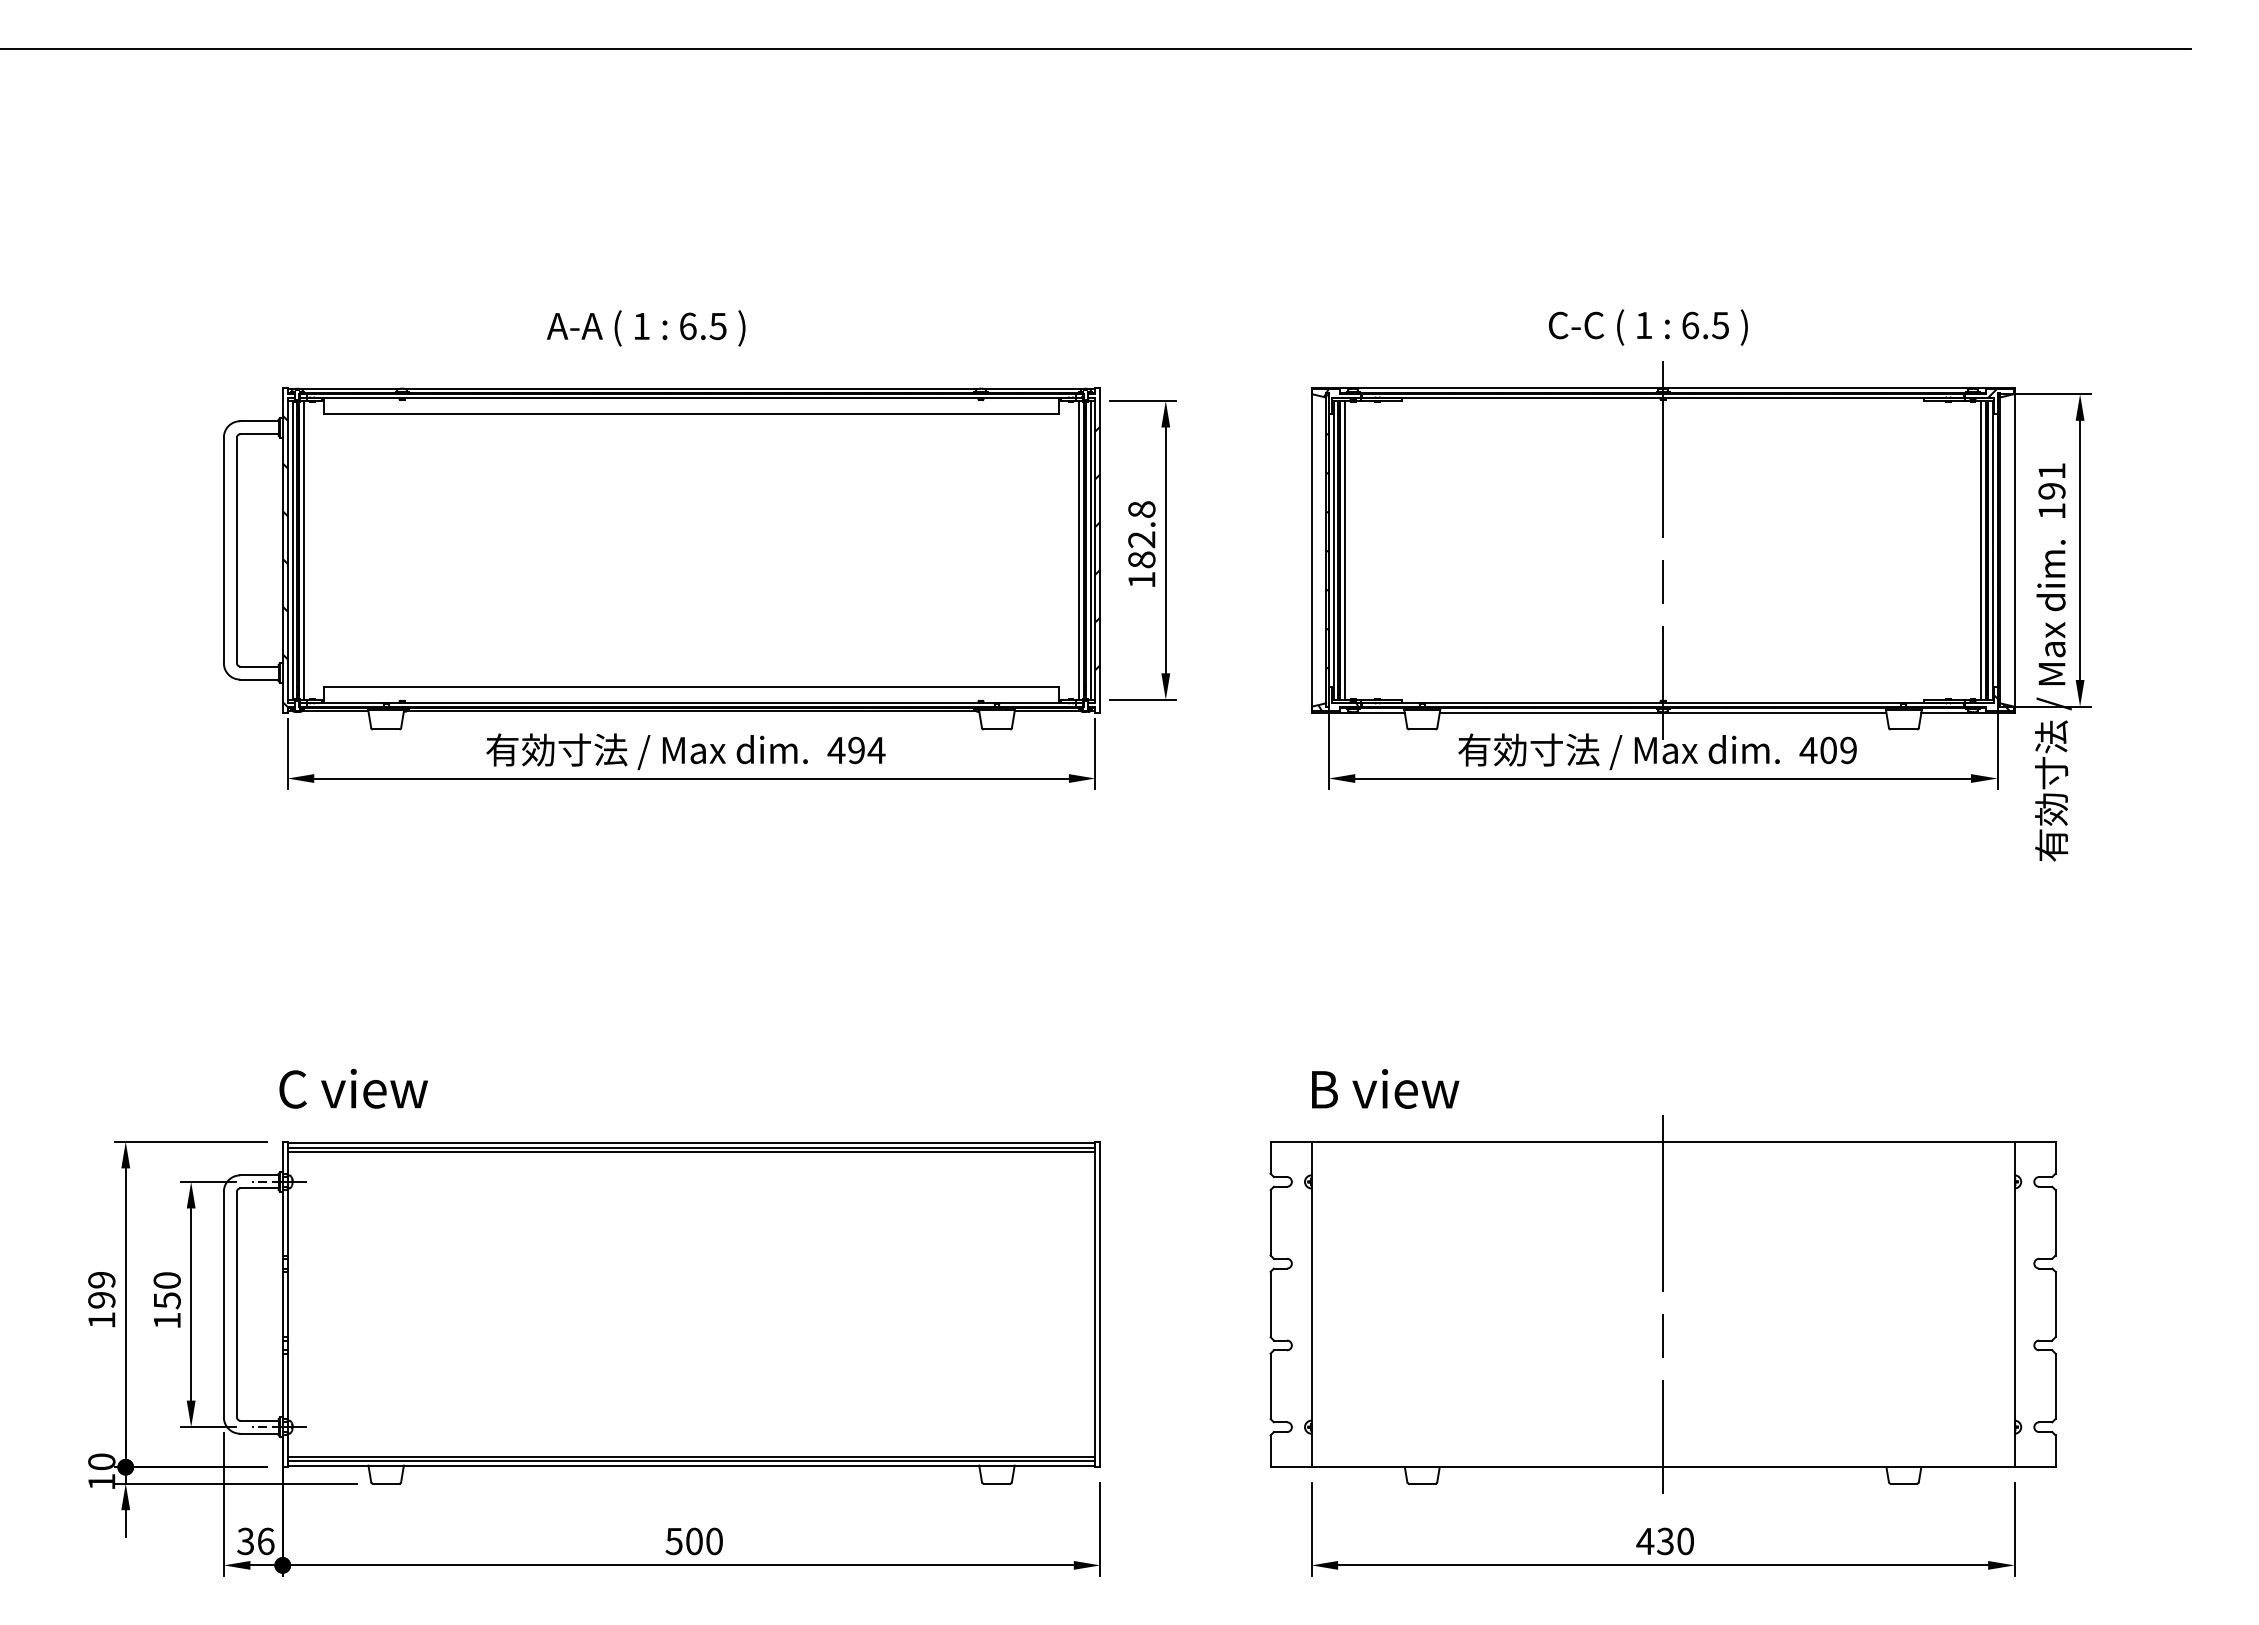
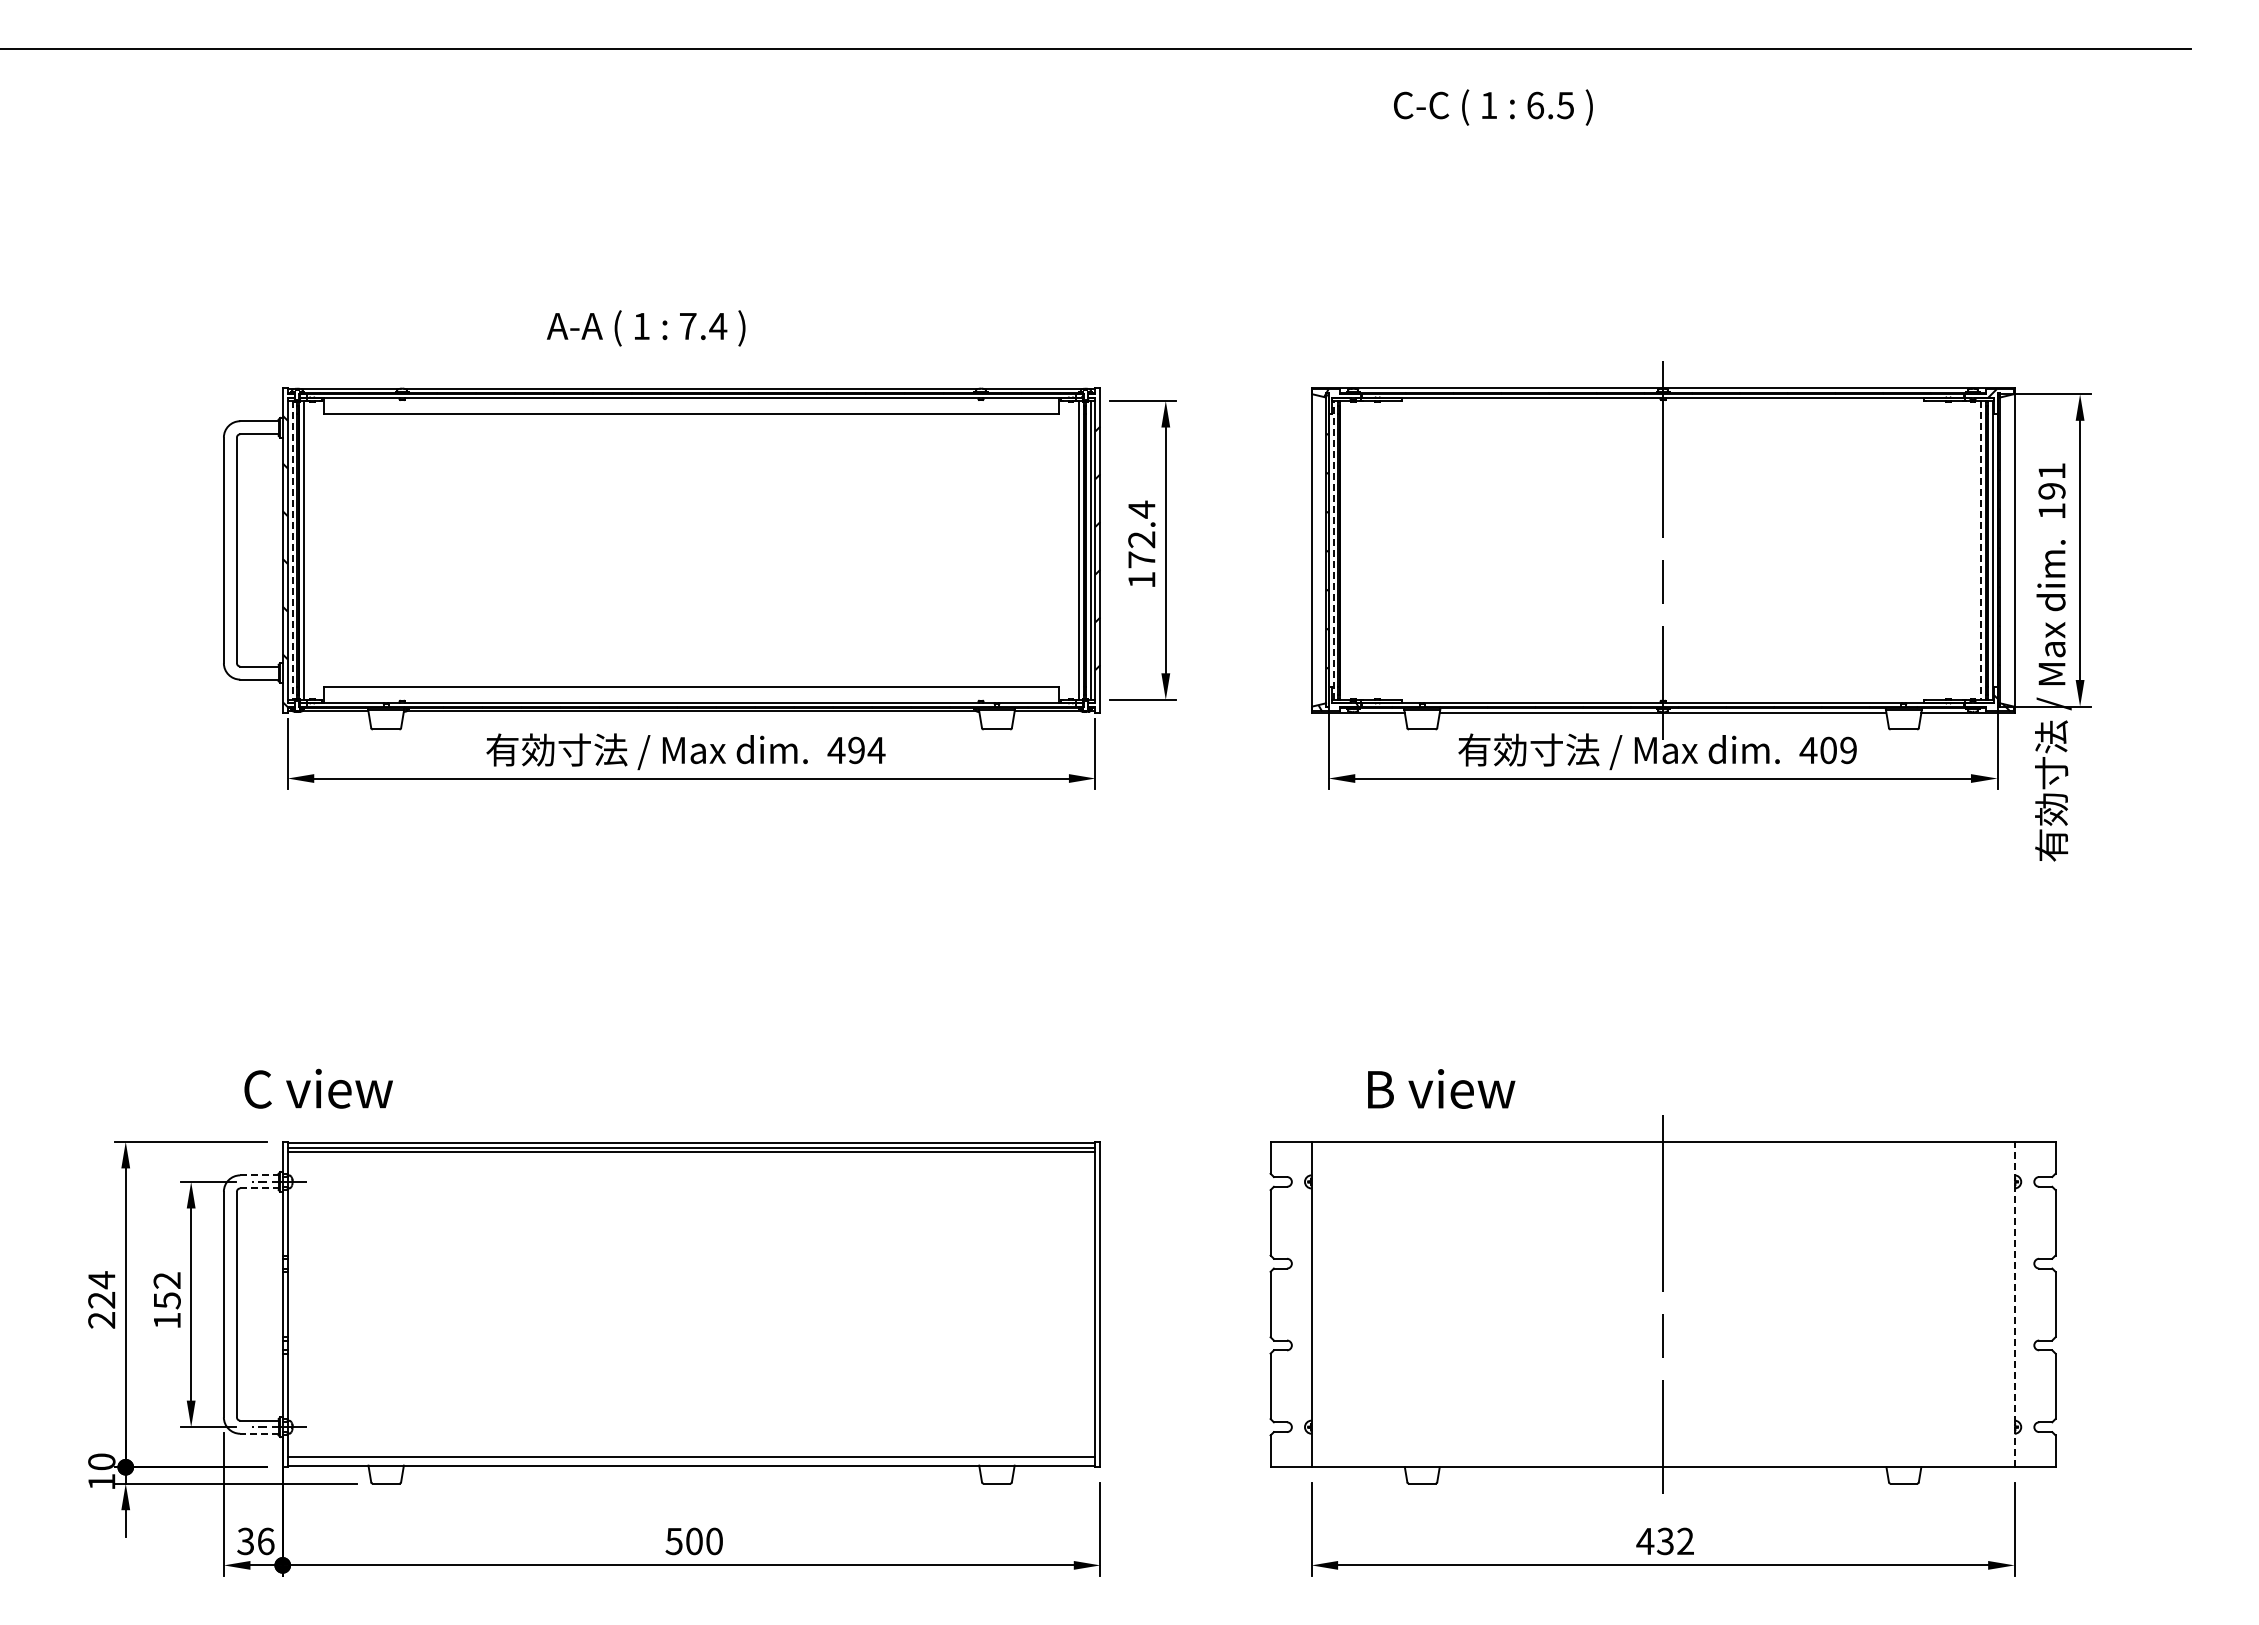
text at (703, 326): 6.5 -> 7.4
text at (1648, 327) position: (1648, 327) -> (1493, 107)
text at (1141, 534): 182.8 -> 172.4
line at (1333, 549): solid -> dashed
line at (1345, 549): present -> none
line at (292, 550): solid -> dashed
line at (1981, 550): solid -> dashed
text at (353, 1088) position: (353, 1088) -> (318, 1088)
text at (1385, 1088) position: (1385, 1088) -> (1441, 1088)
line at (259, 1175): solid -> dashed
line at (259, 1188): solid -> dashed
text at (166, 1280): 150 -> 152
text at (101, 1299): 199 -> 224
line at (2014, 1304): solid -> dashed
line at (258, 1433): solid -> dashed
line at (691, 1460): present -> none
text at (1685, 1541): 430 -> 432
